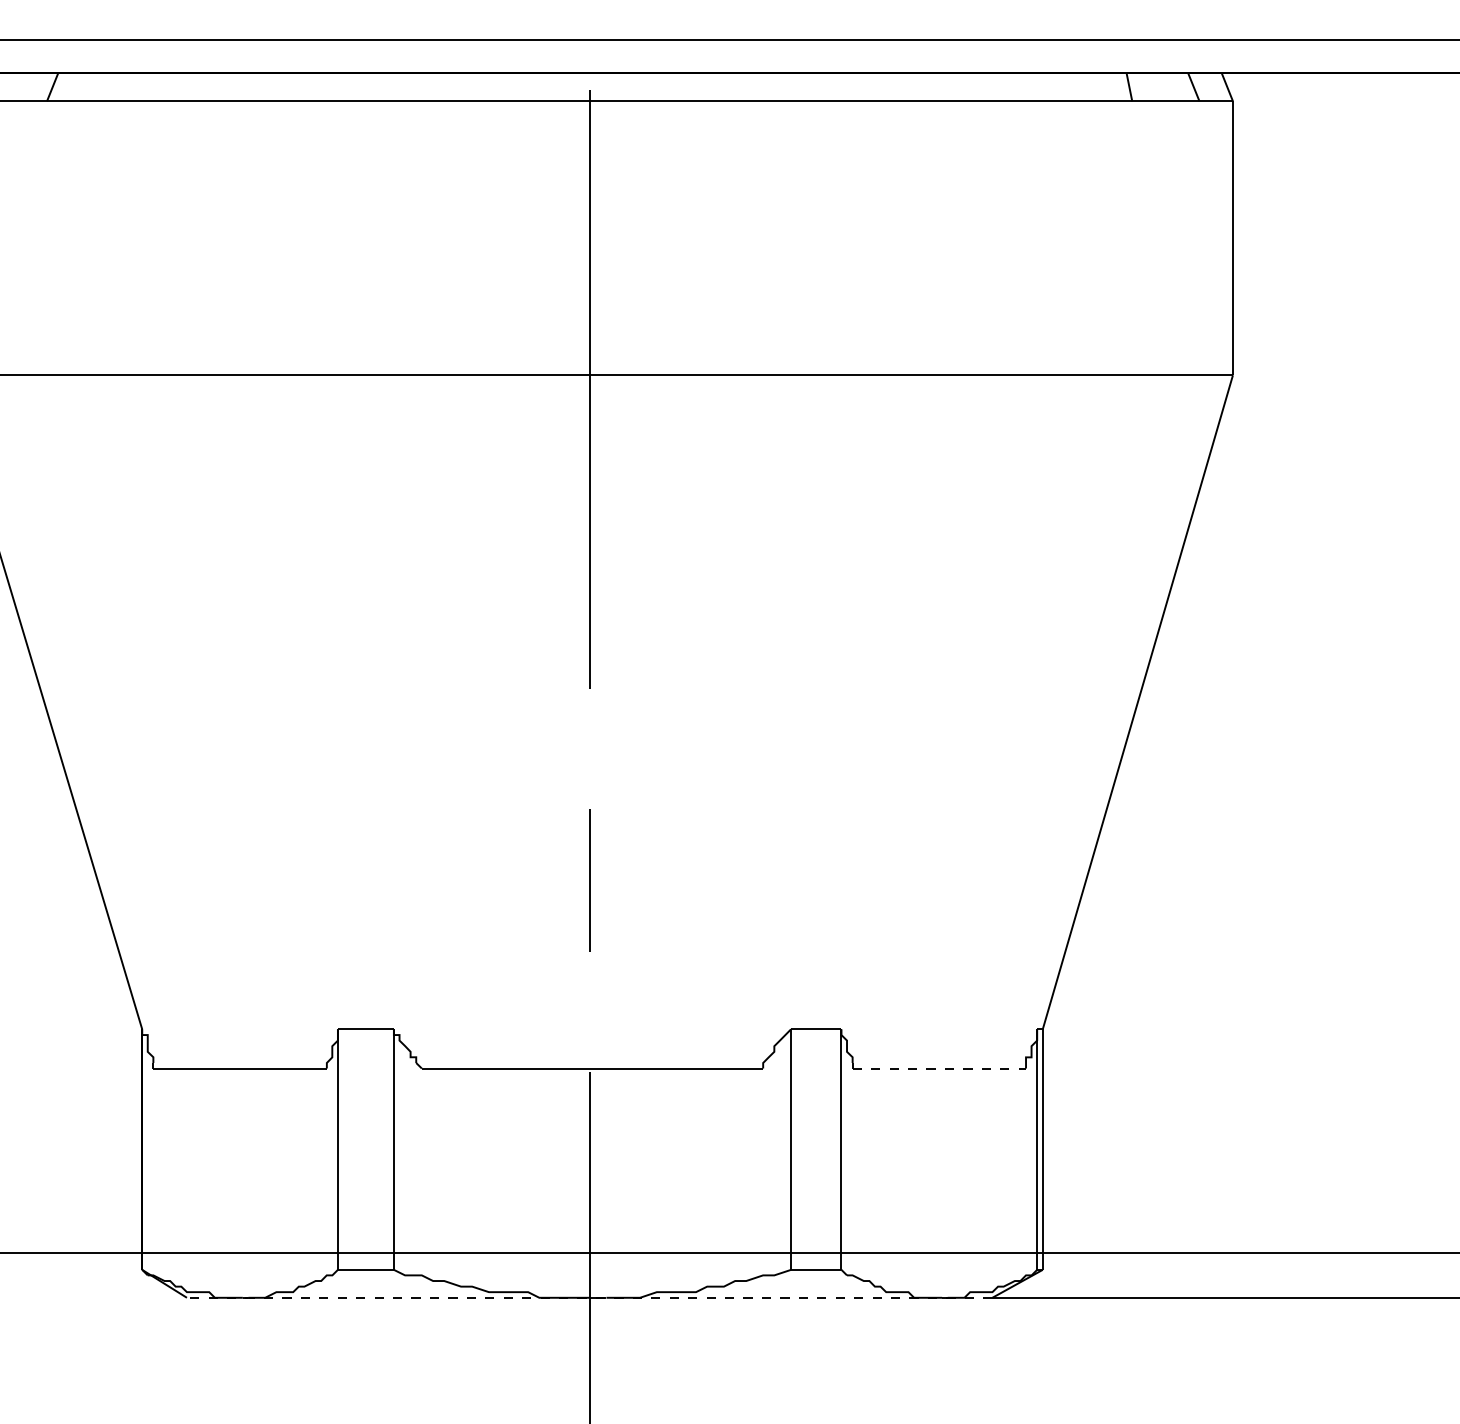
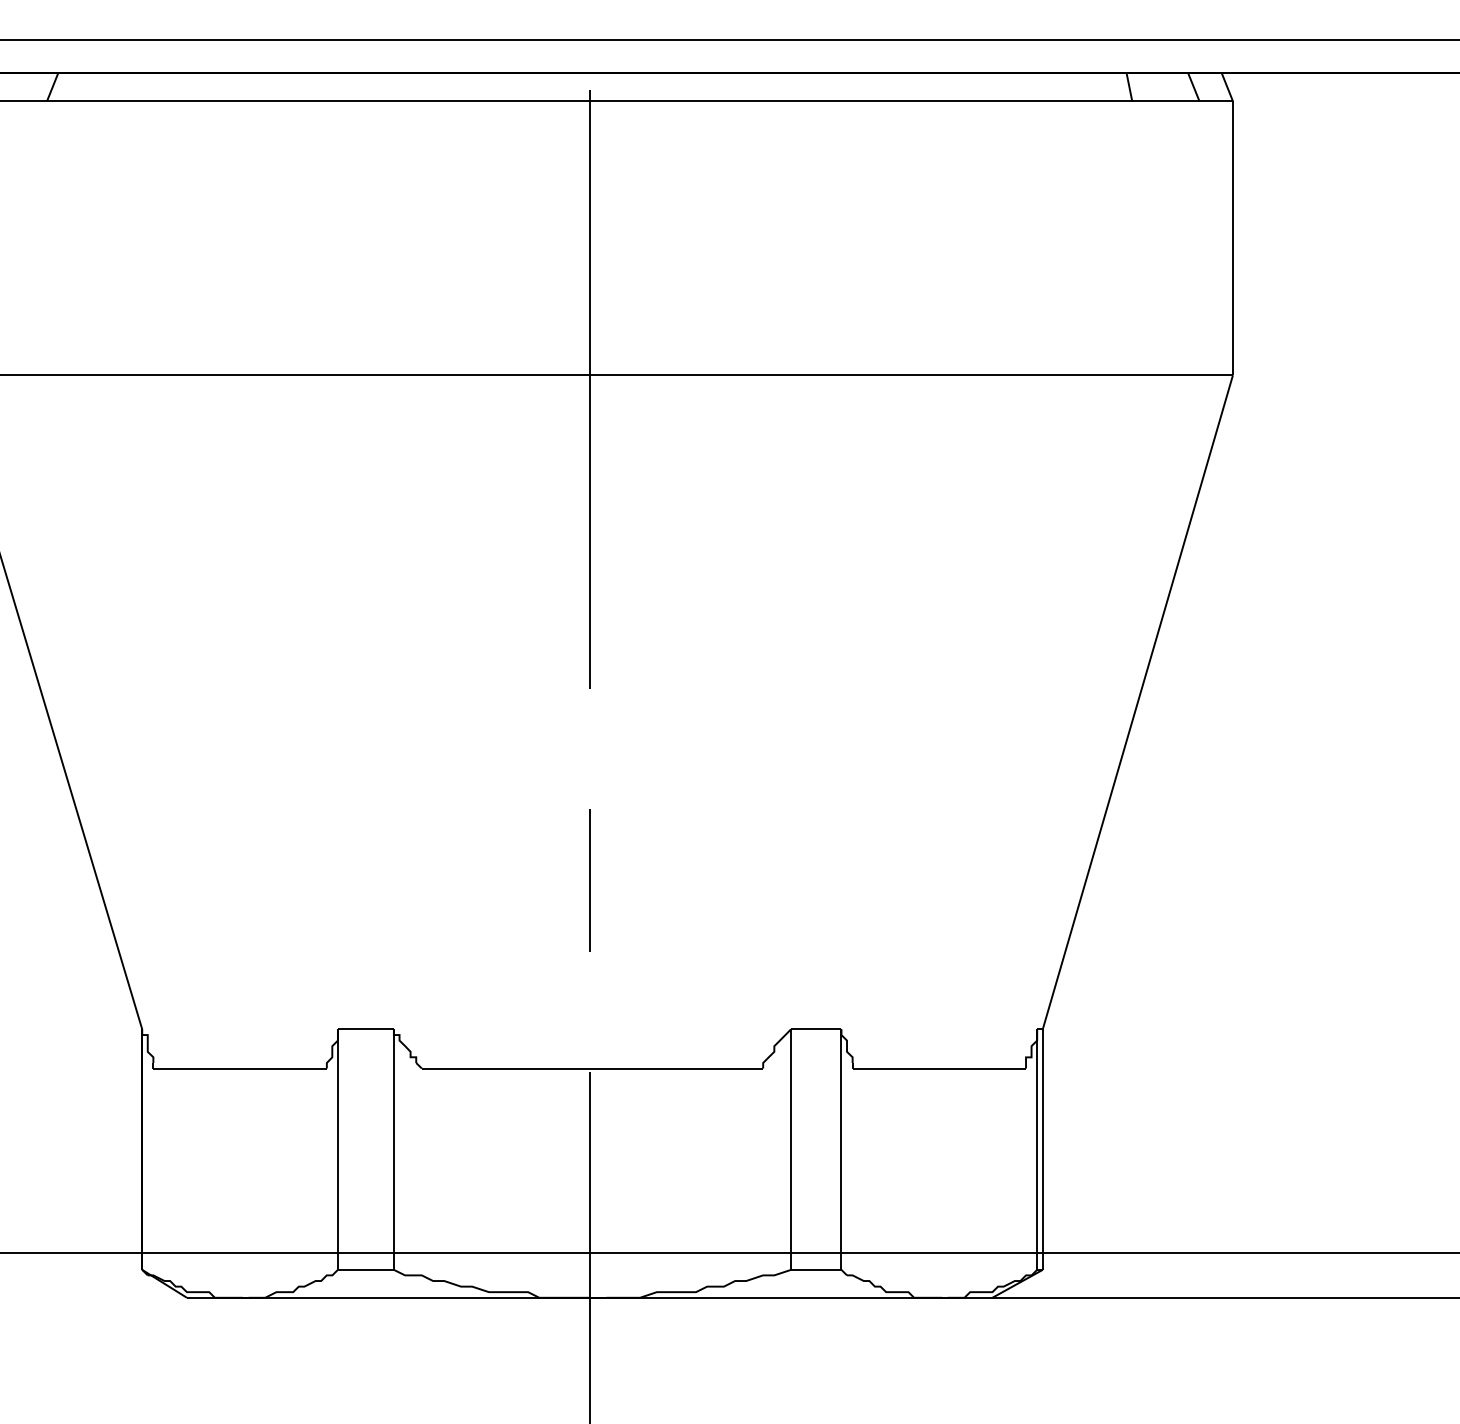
line at (939, 1068): dashed -> solid
line at (589, 1297): dashed -> solid
